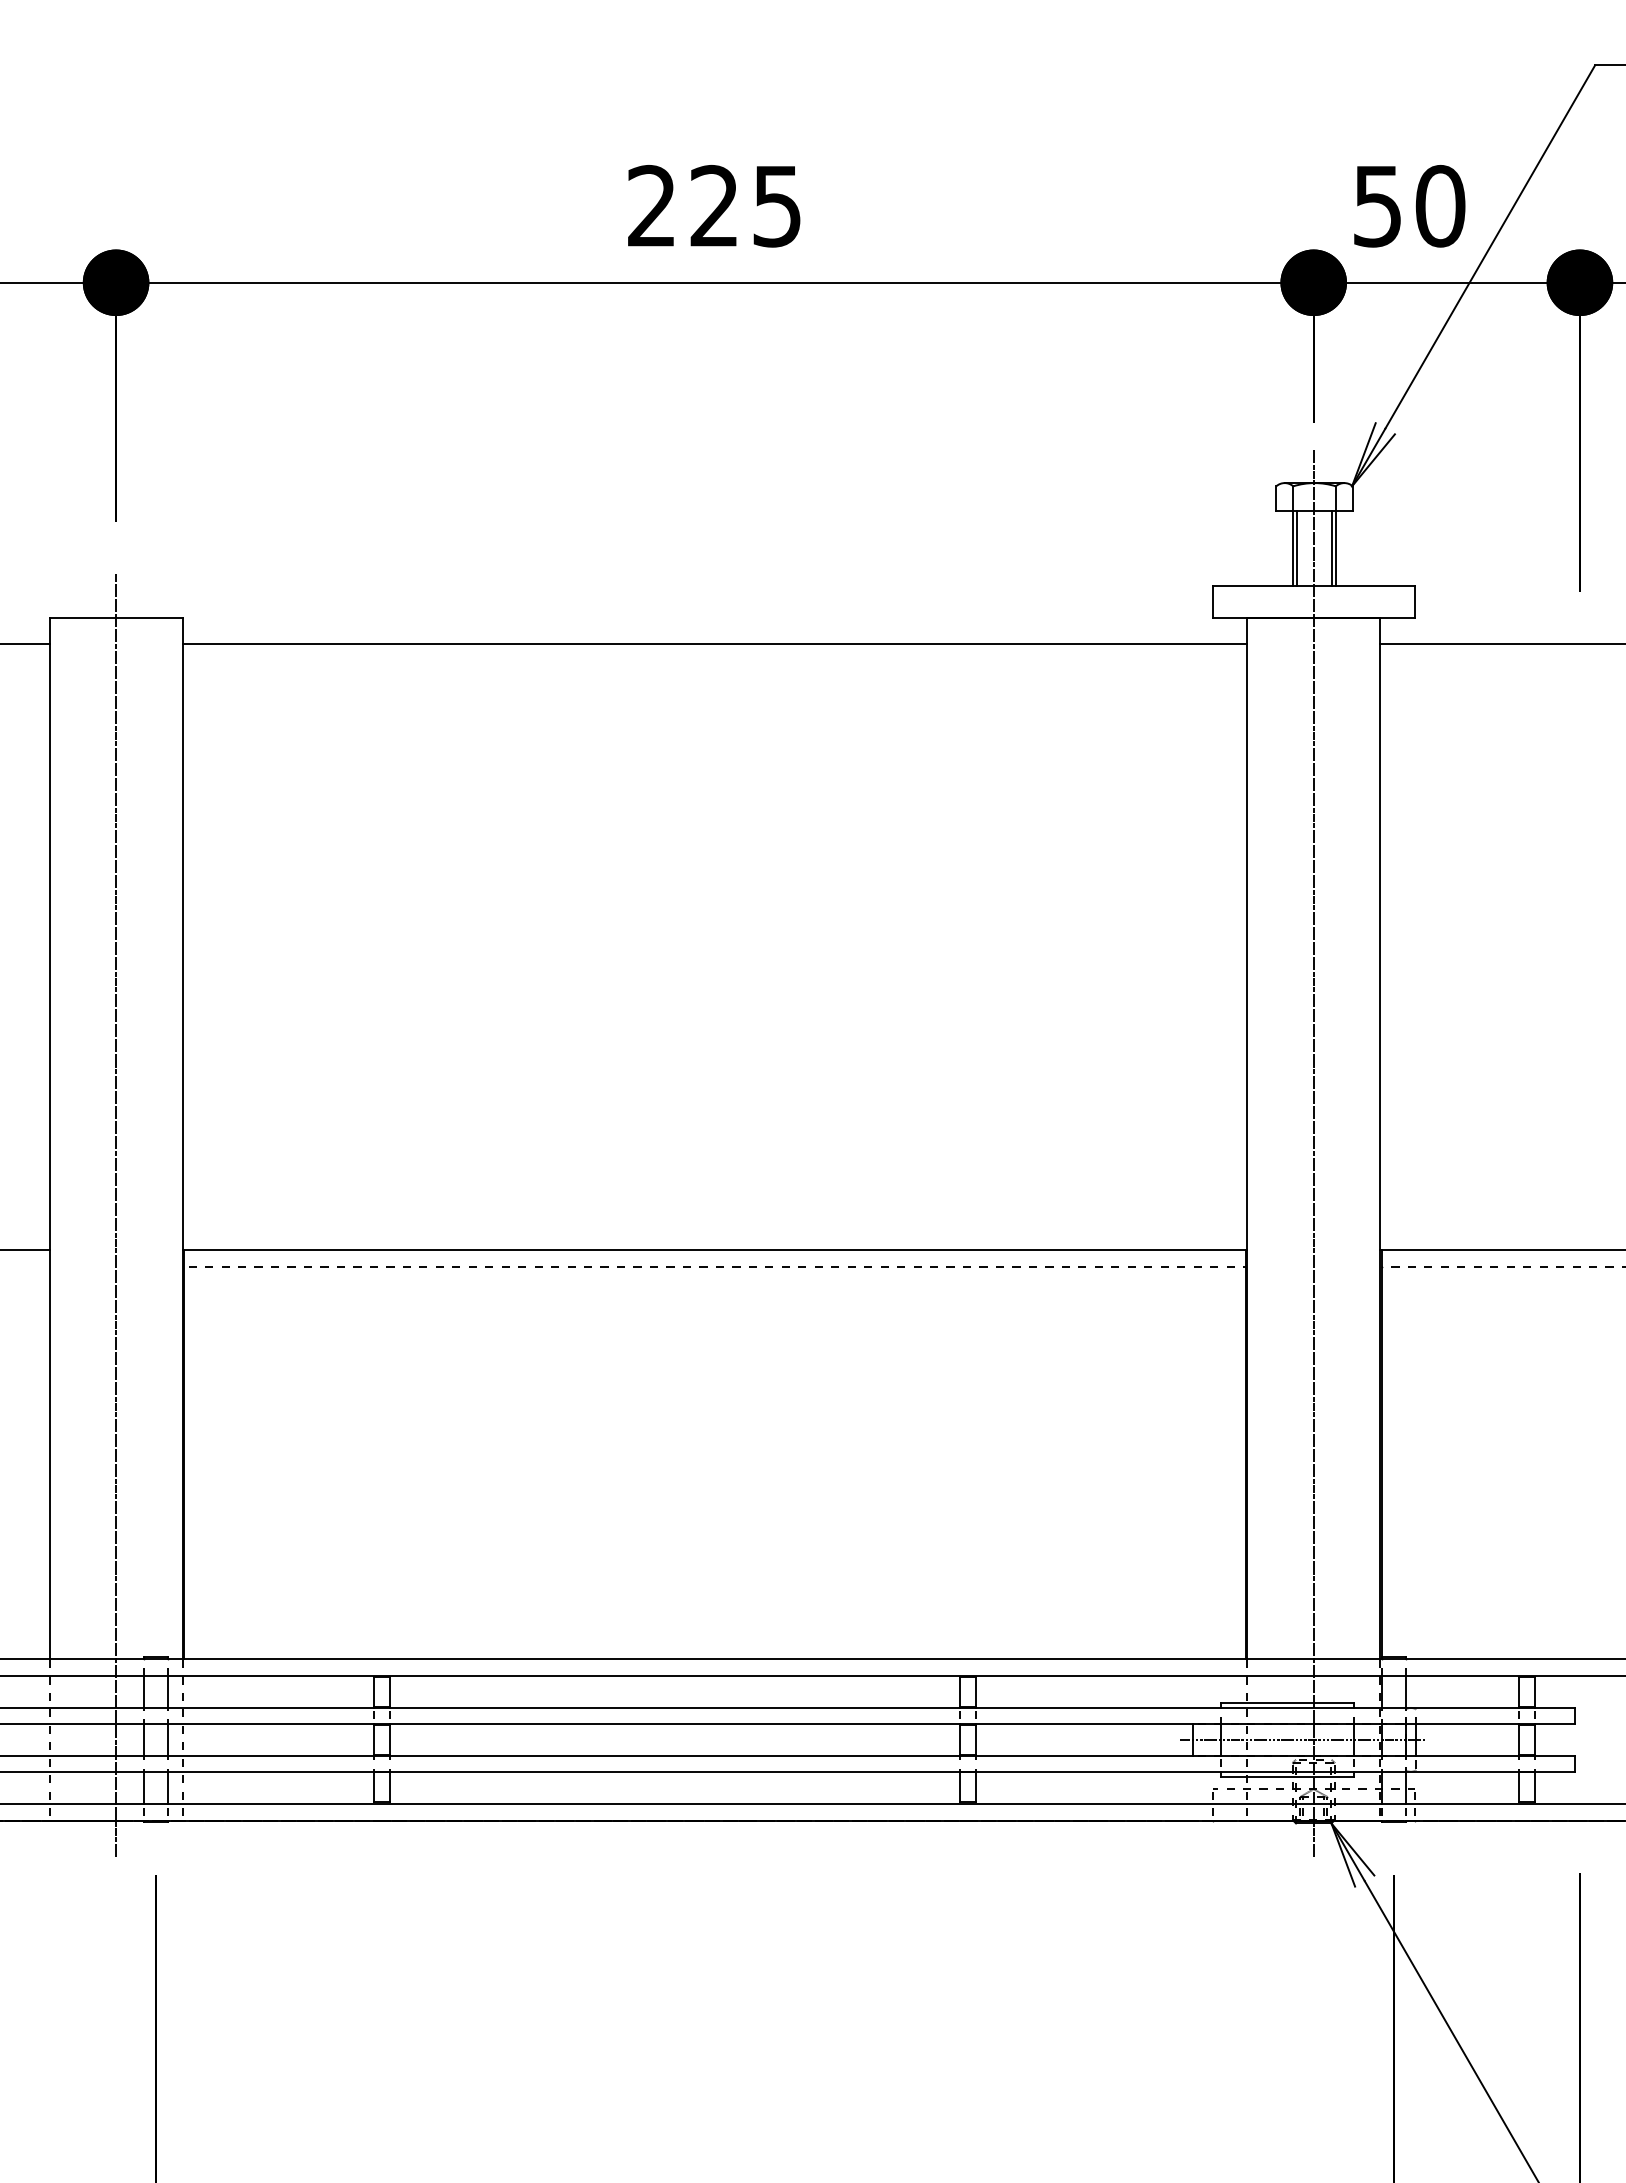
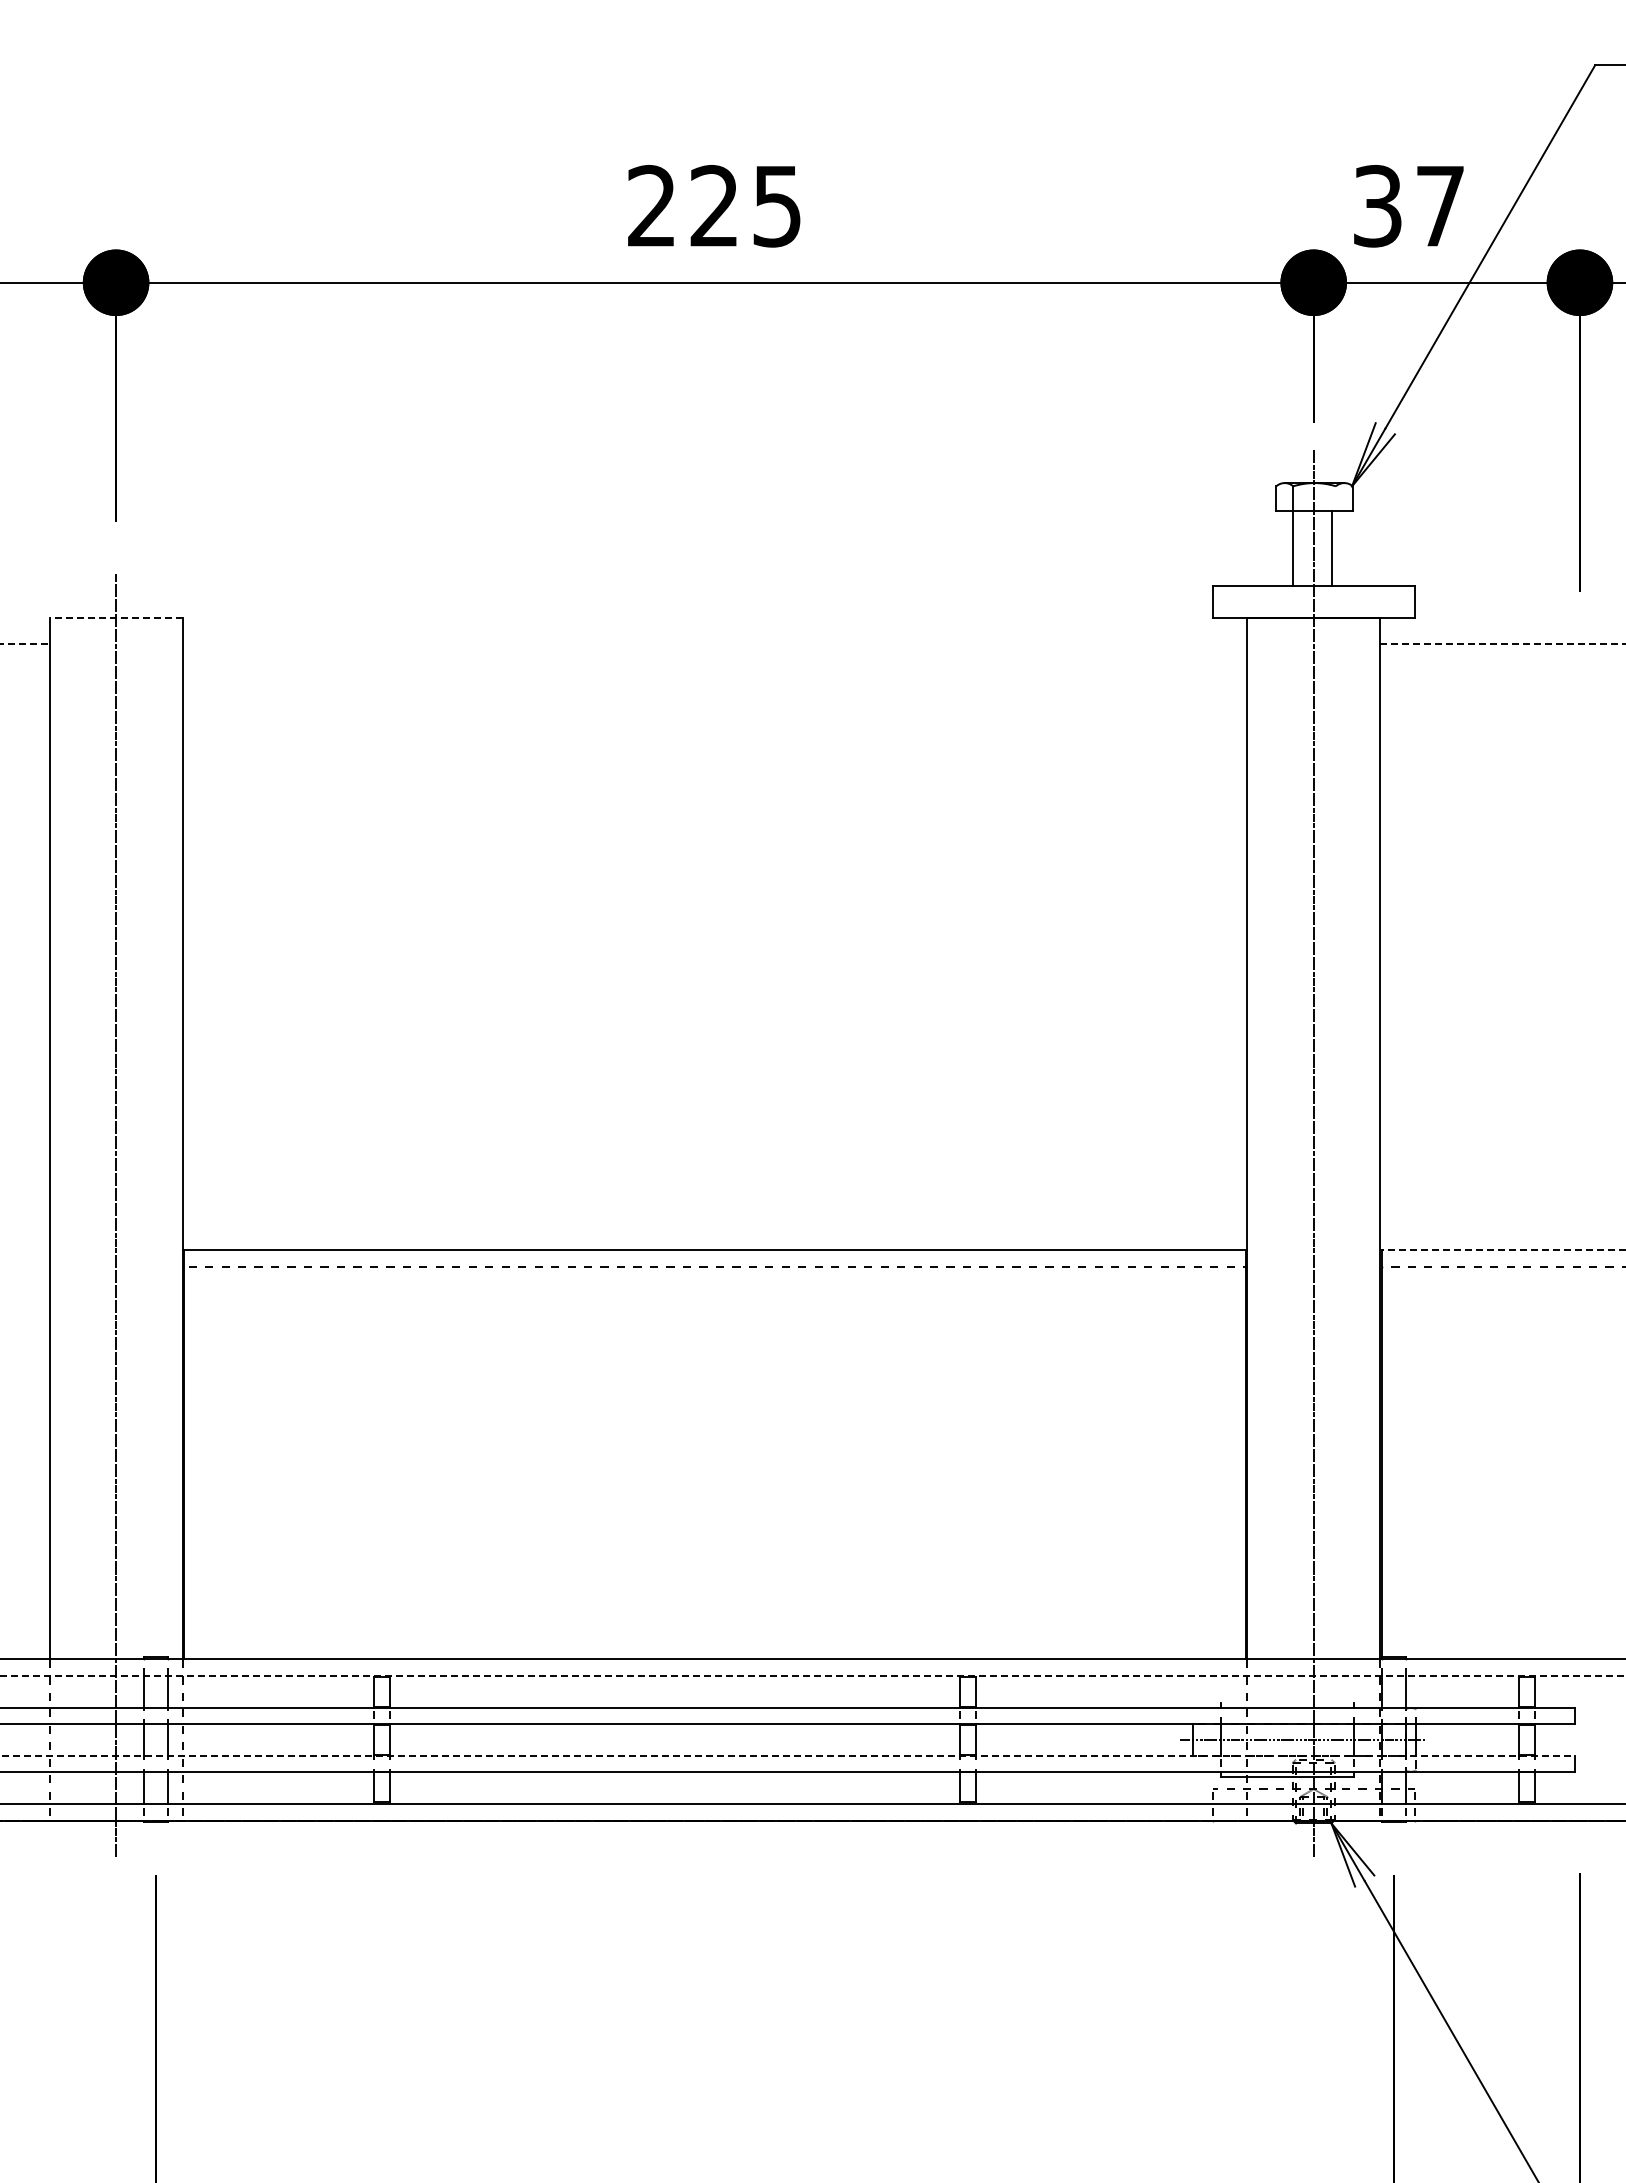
text at (1409, 206): 50 -> 37
line at (1335, 535): present -> none
line at (1296, 548): present -> none
line at (116, 617): solid -> dashed
line at (25, 644): solid -> dashed
line at (714, 644): present -> none
line at (1503, 644): solid -> dashed
line at (25, 1250): present -> none
line at (1503, 1250): solid -> dashed
line at (812, 1675): solid -> dashed
line at (1286, 1702): present -> none
line at (787, 1755): solid -> dashed
